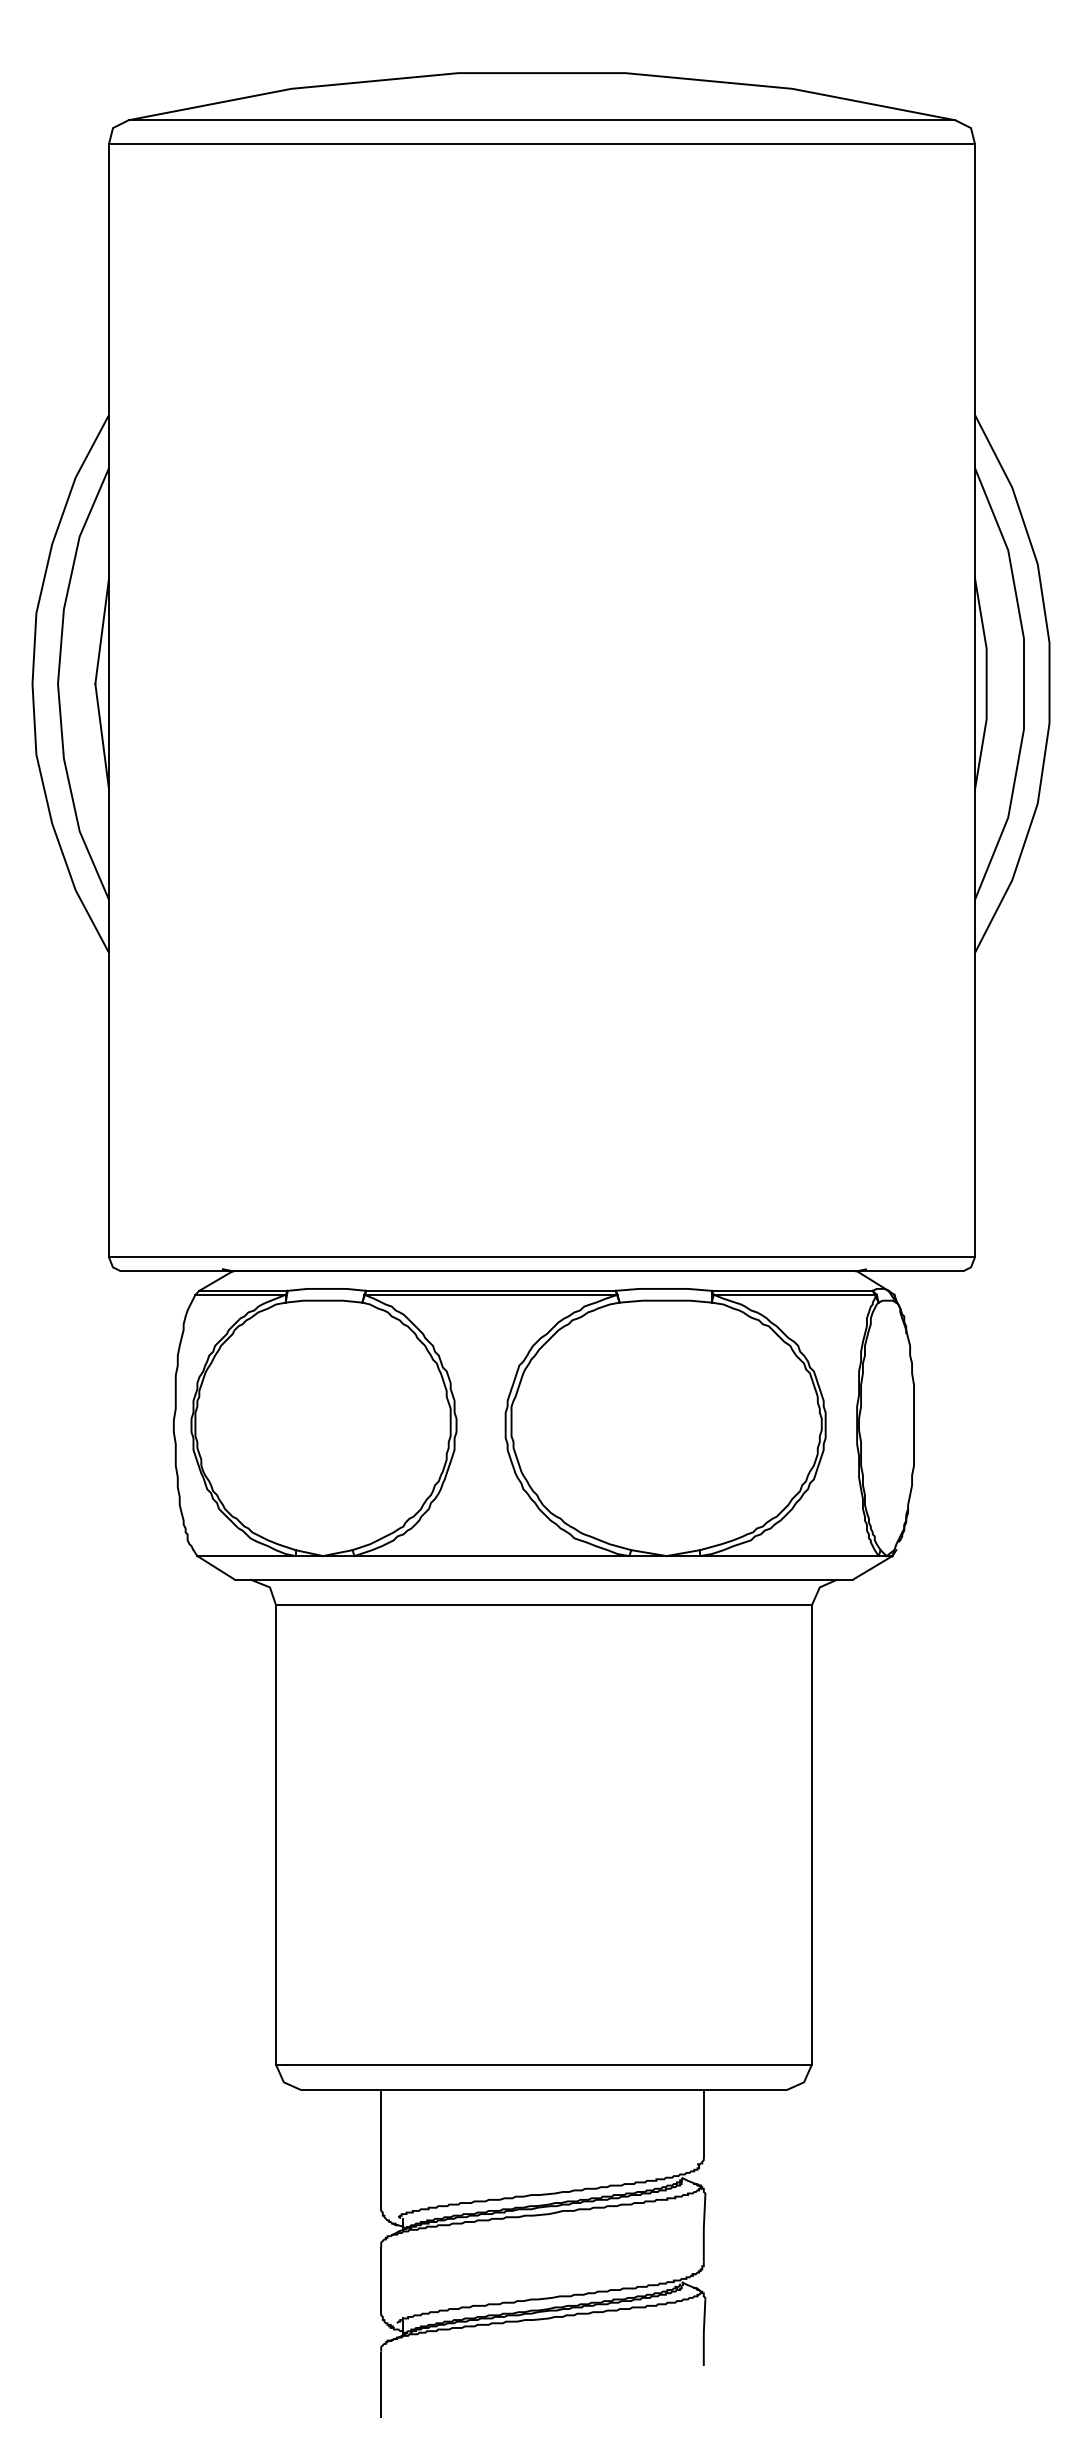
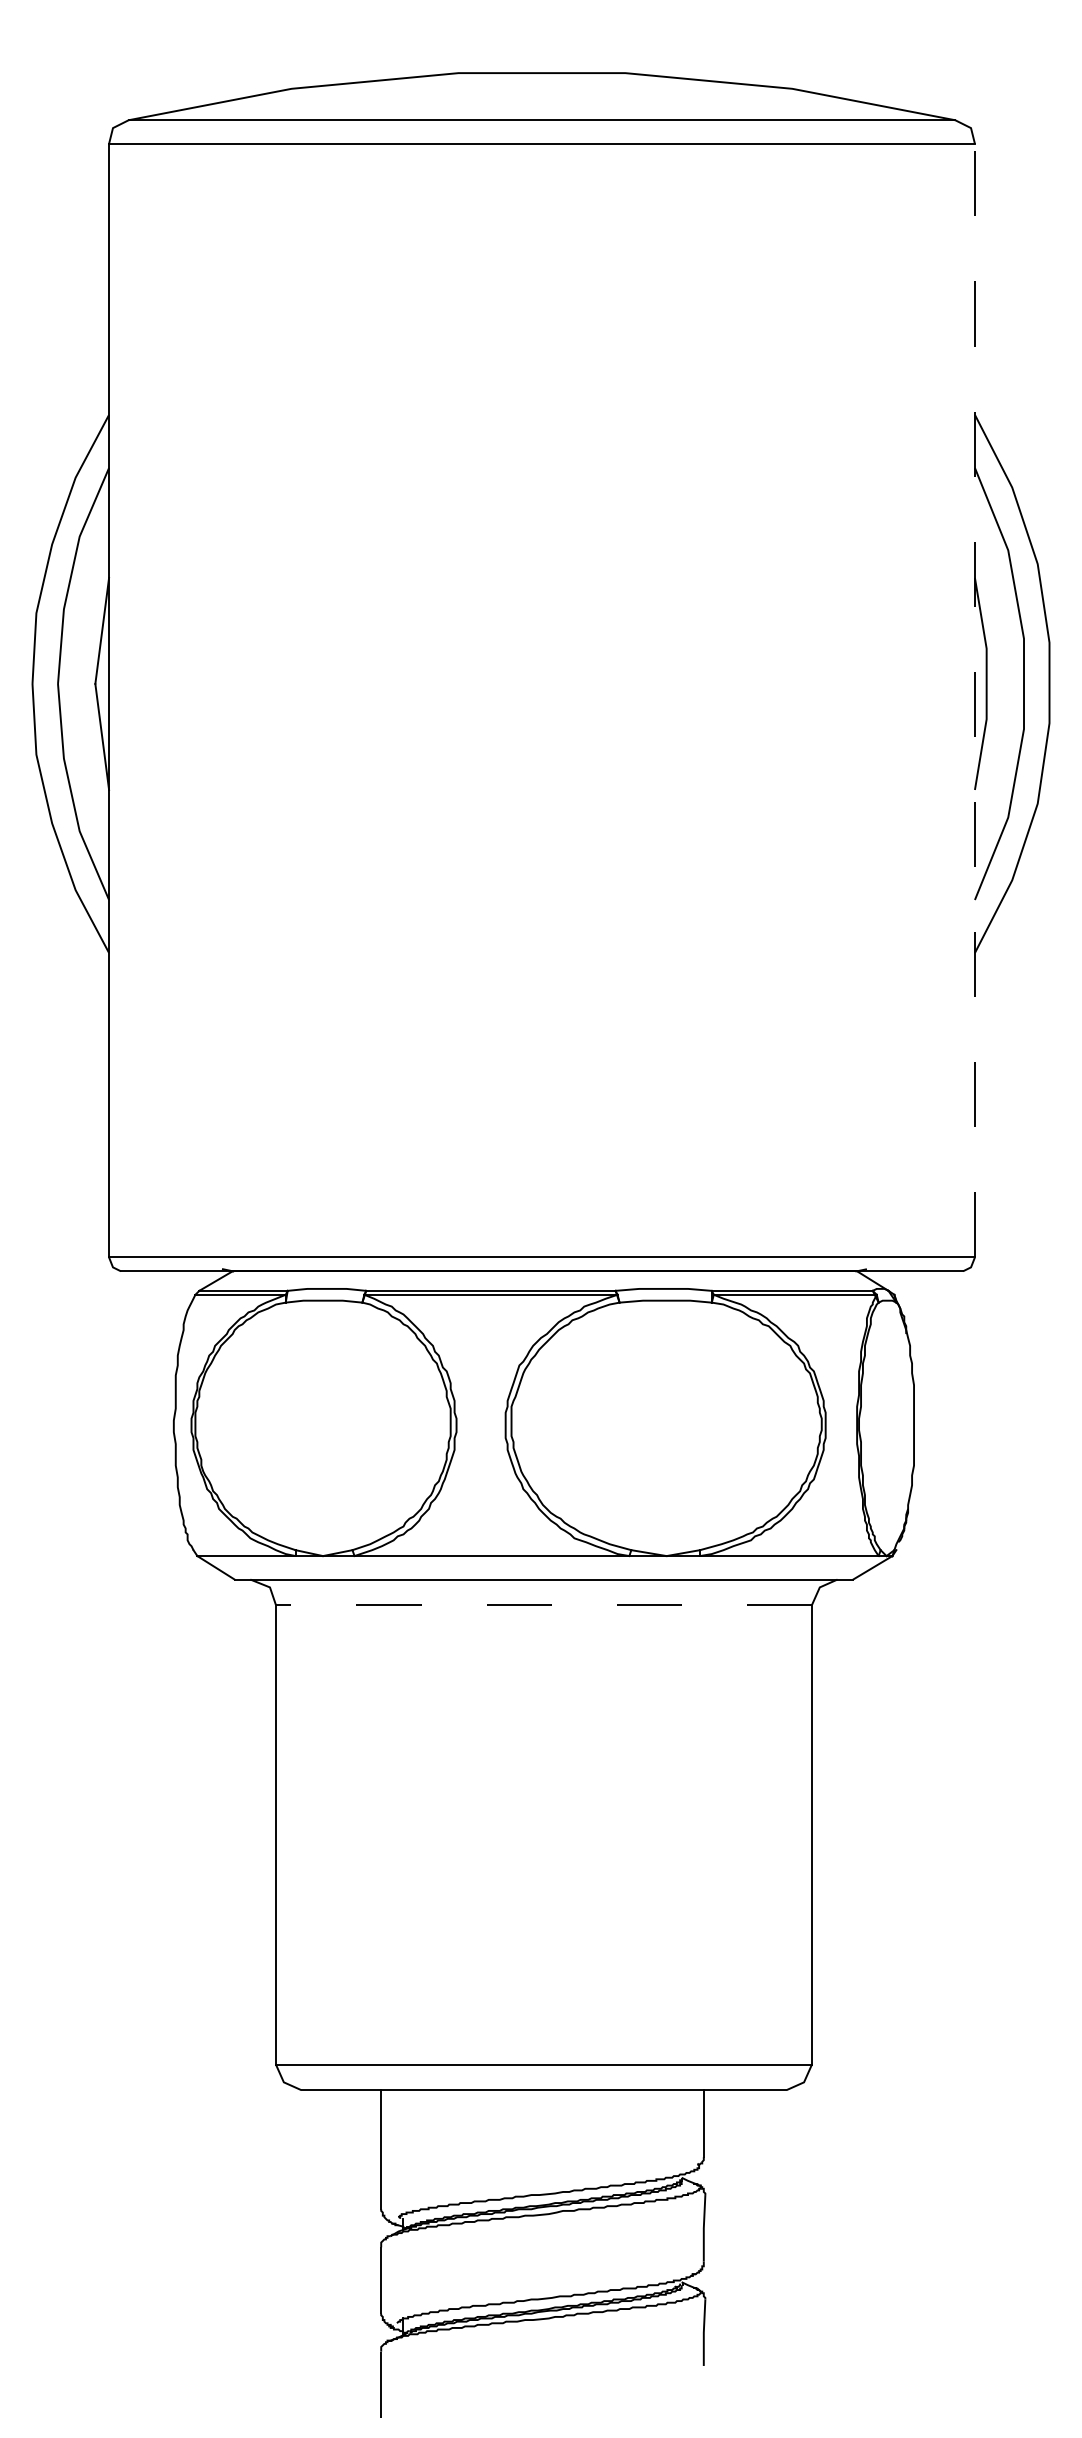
line at (974, 700): solid -> dashed
line at (543, 1605): solid -> dashed
